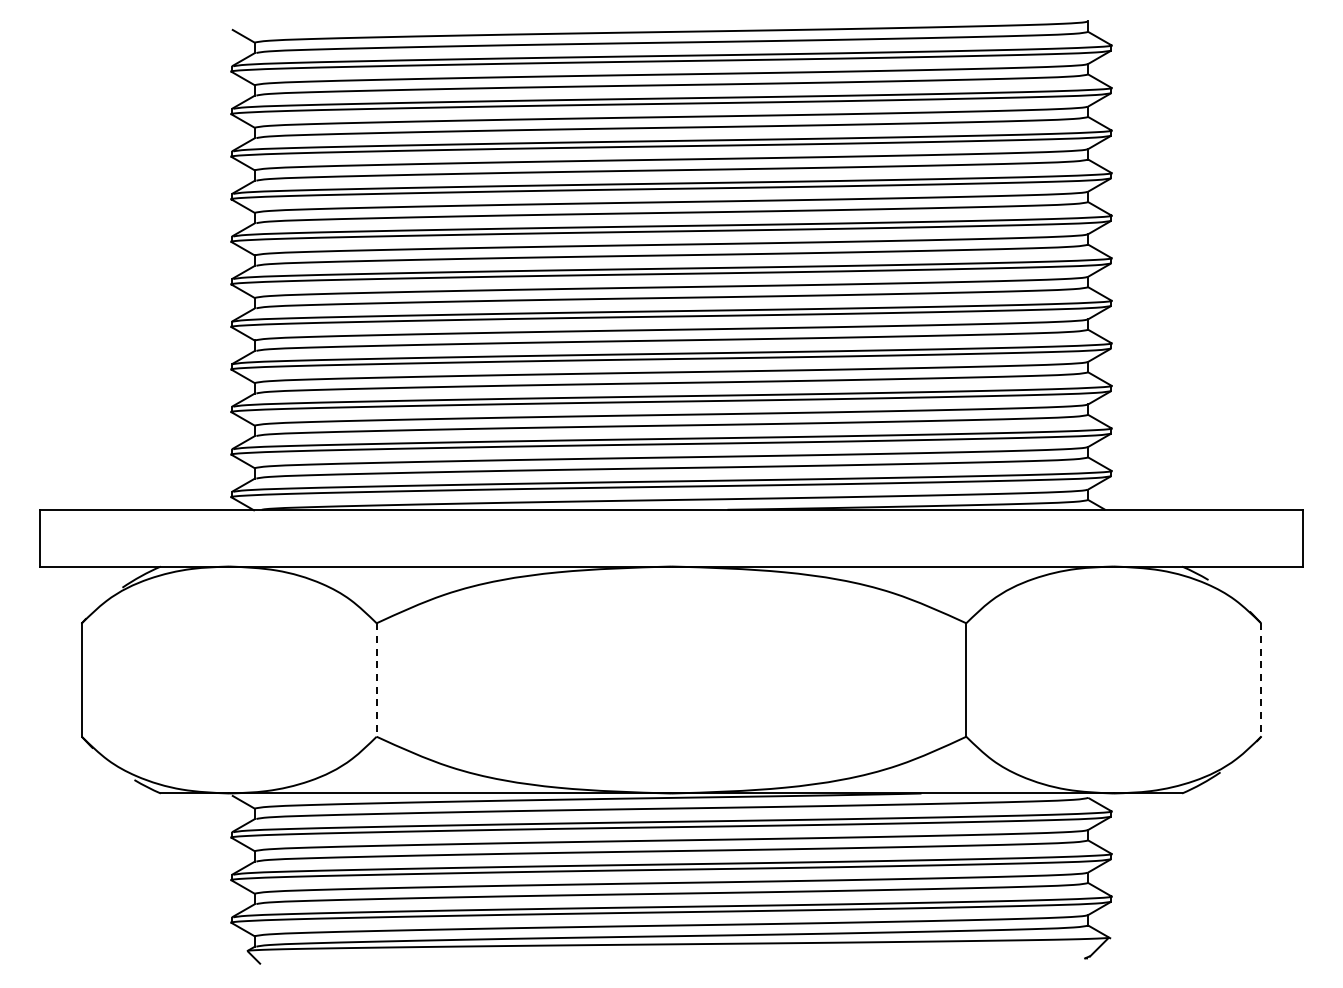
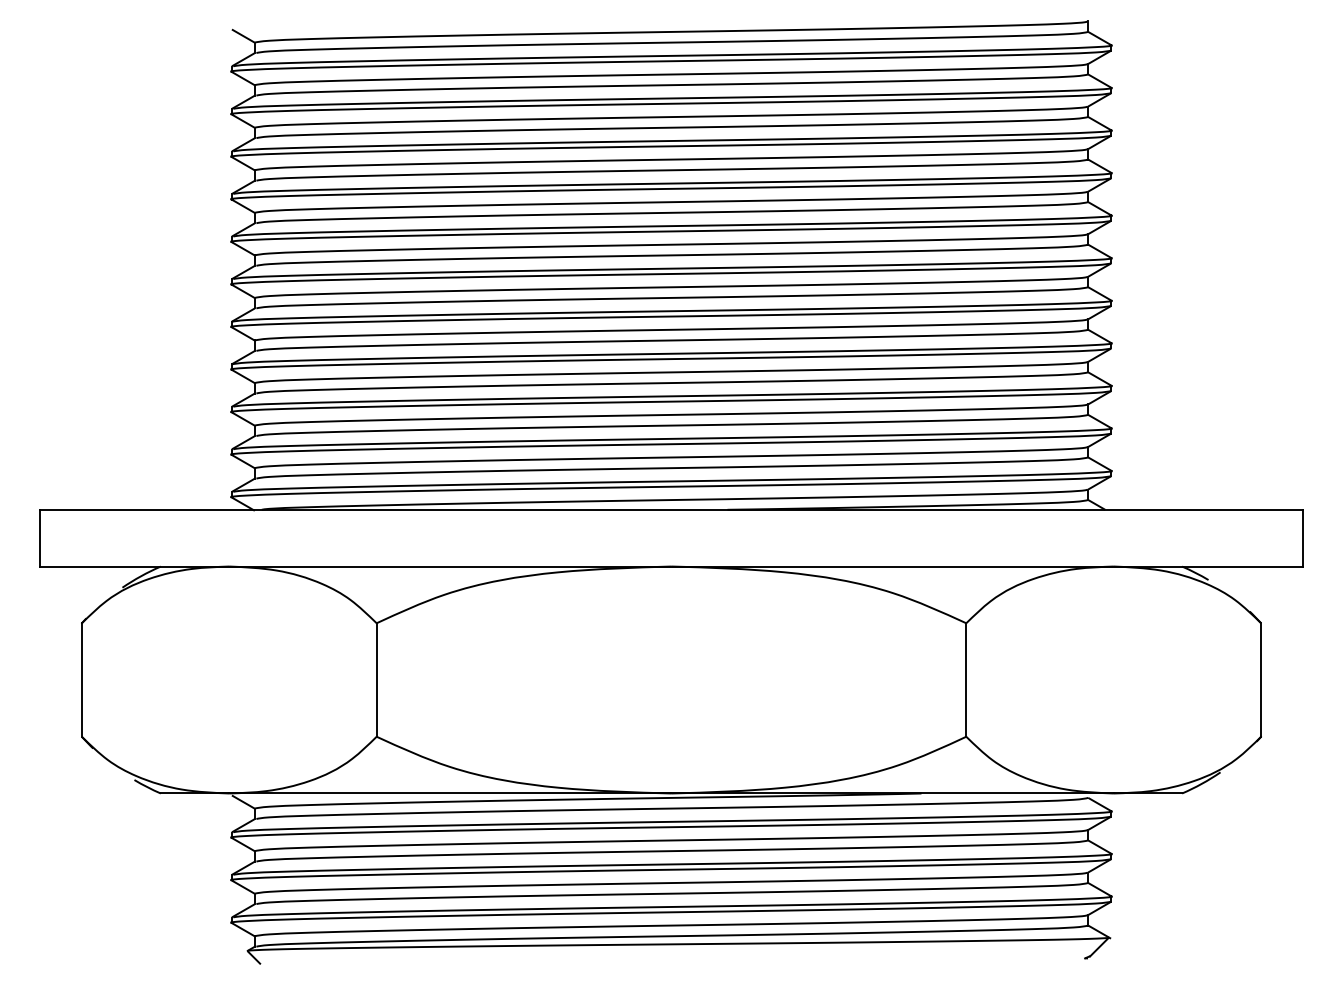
line at (376, 680): dashed -> solid
line at (1261, 680): dashed -> solid
